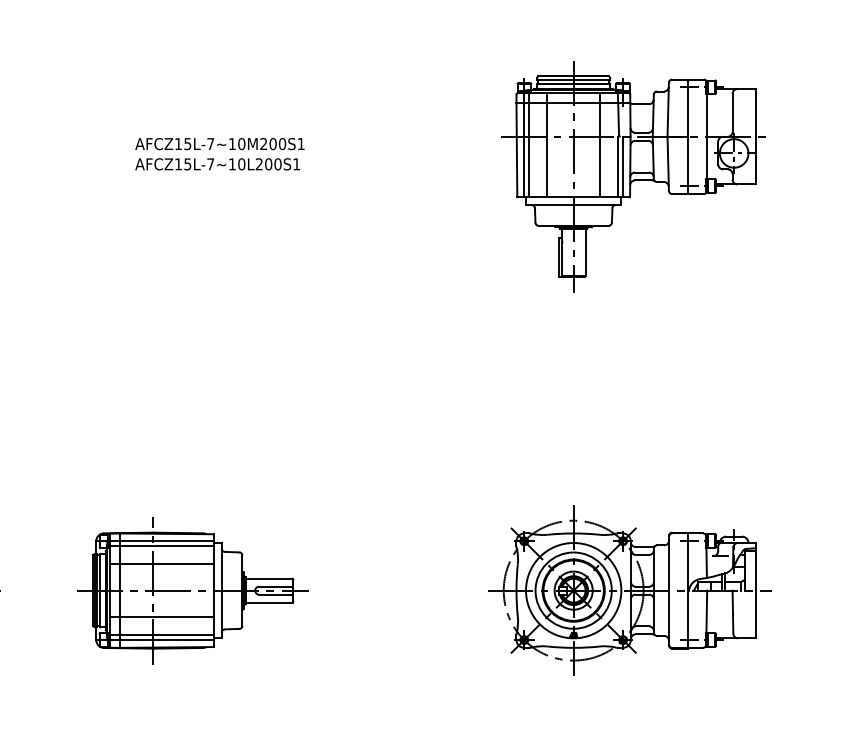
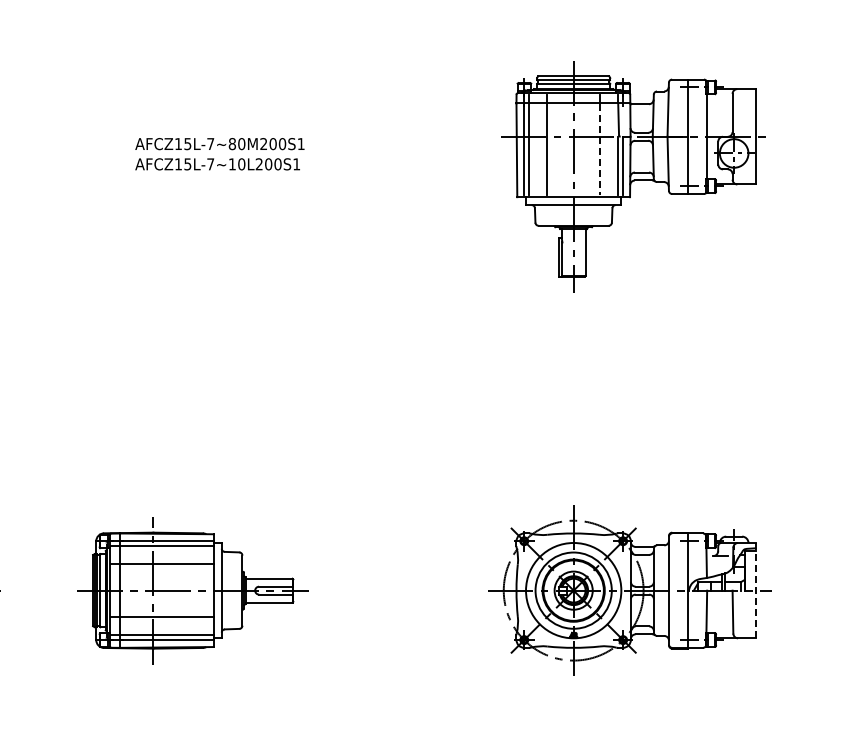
text at (231, 144): AFCZ15L-7~10M200S1 -> AFCZ15L-7~80M200S1
line at (599, 150): solid -> dashed
line at (756, 590): solid -> dashed
